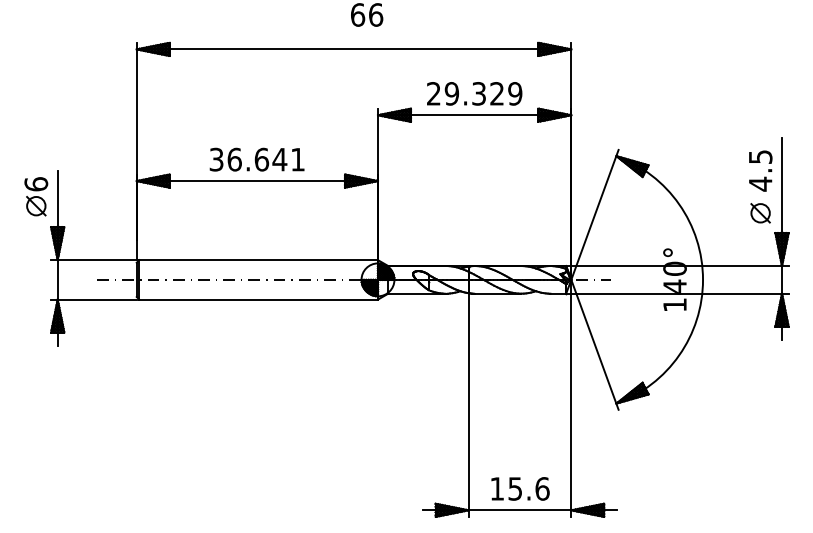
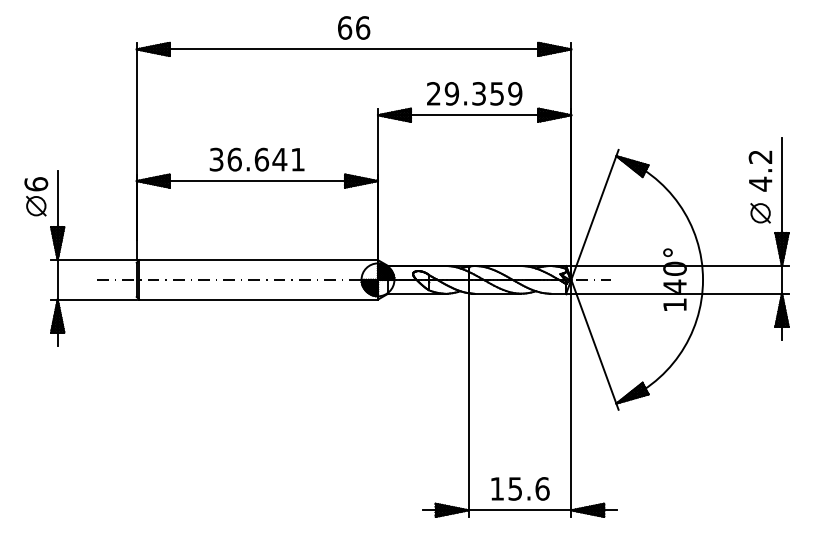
text at (367, 14) position: (367, 14) -> (354, 27)
text at (496, 93): 29.329 -> 29.359
text at (760, 156): 4.5 -> 4.2
